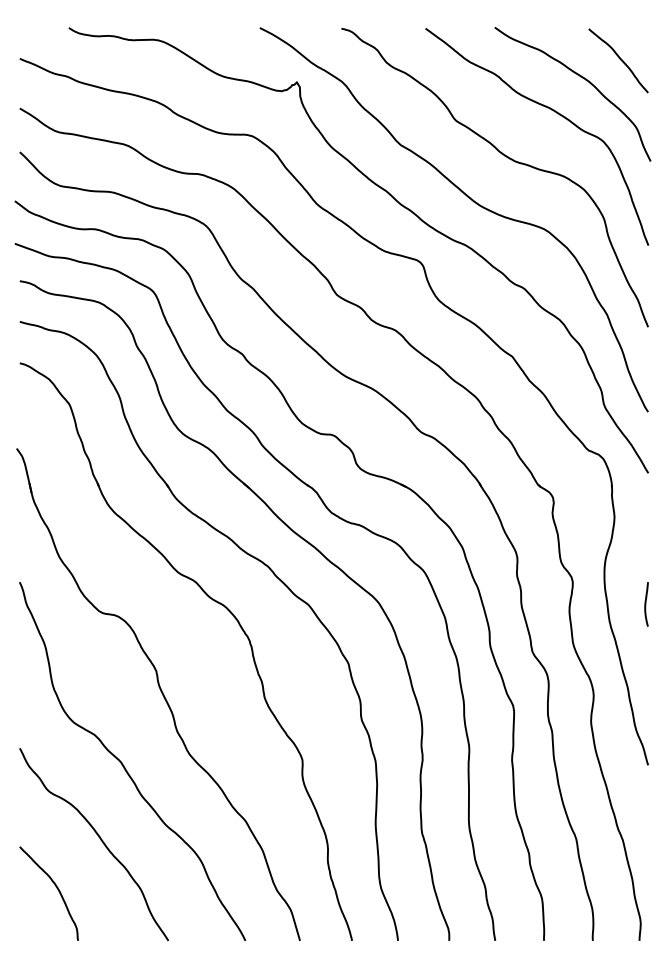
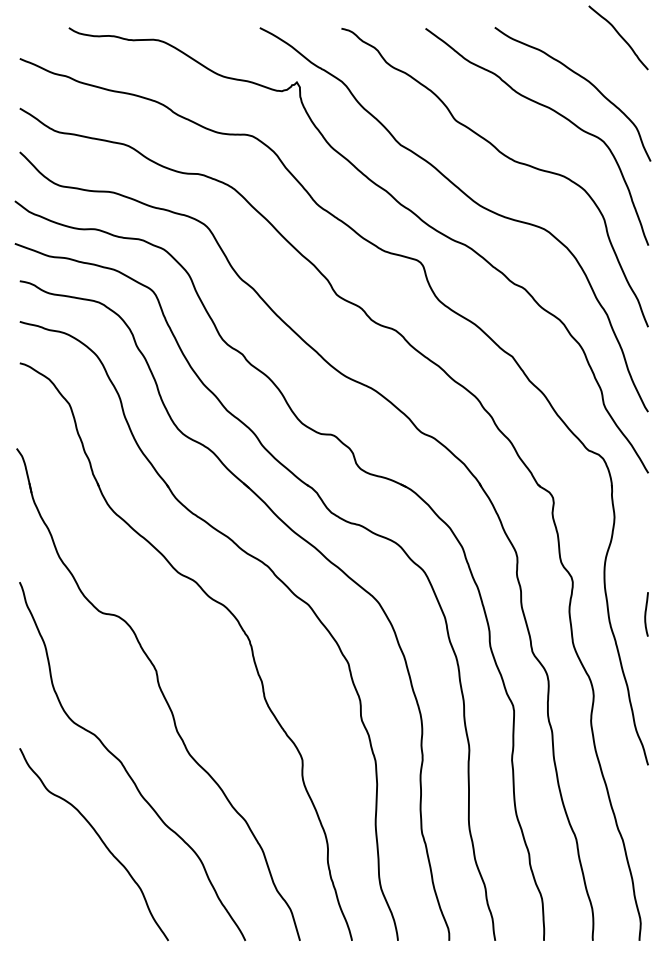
curve at (619, 59) position: (619, 59) -> (619, 36)
curve at (646, 604) position: (646, 604) -> (646, 614)
curve at (56, 888): present -> none
